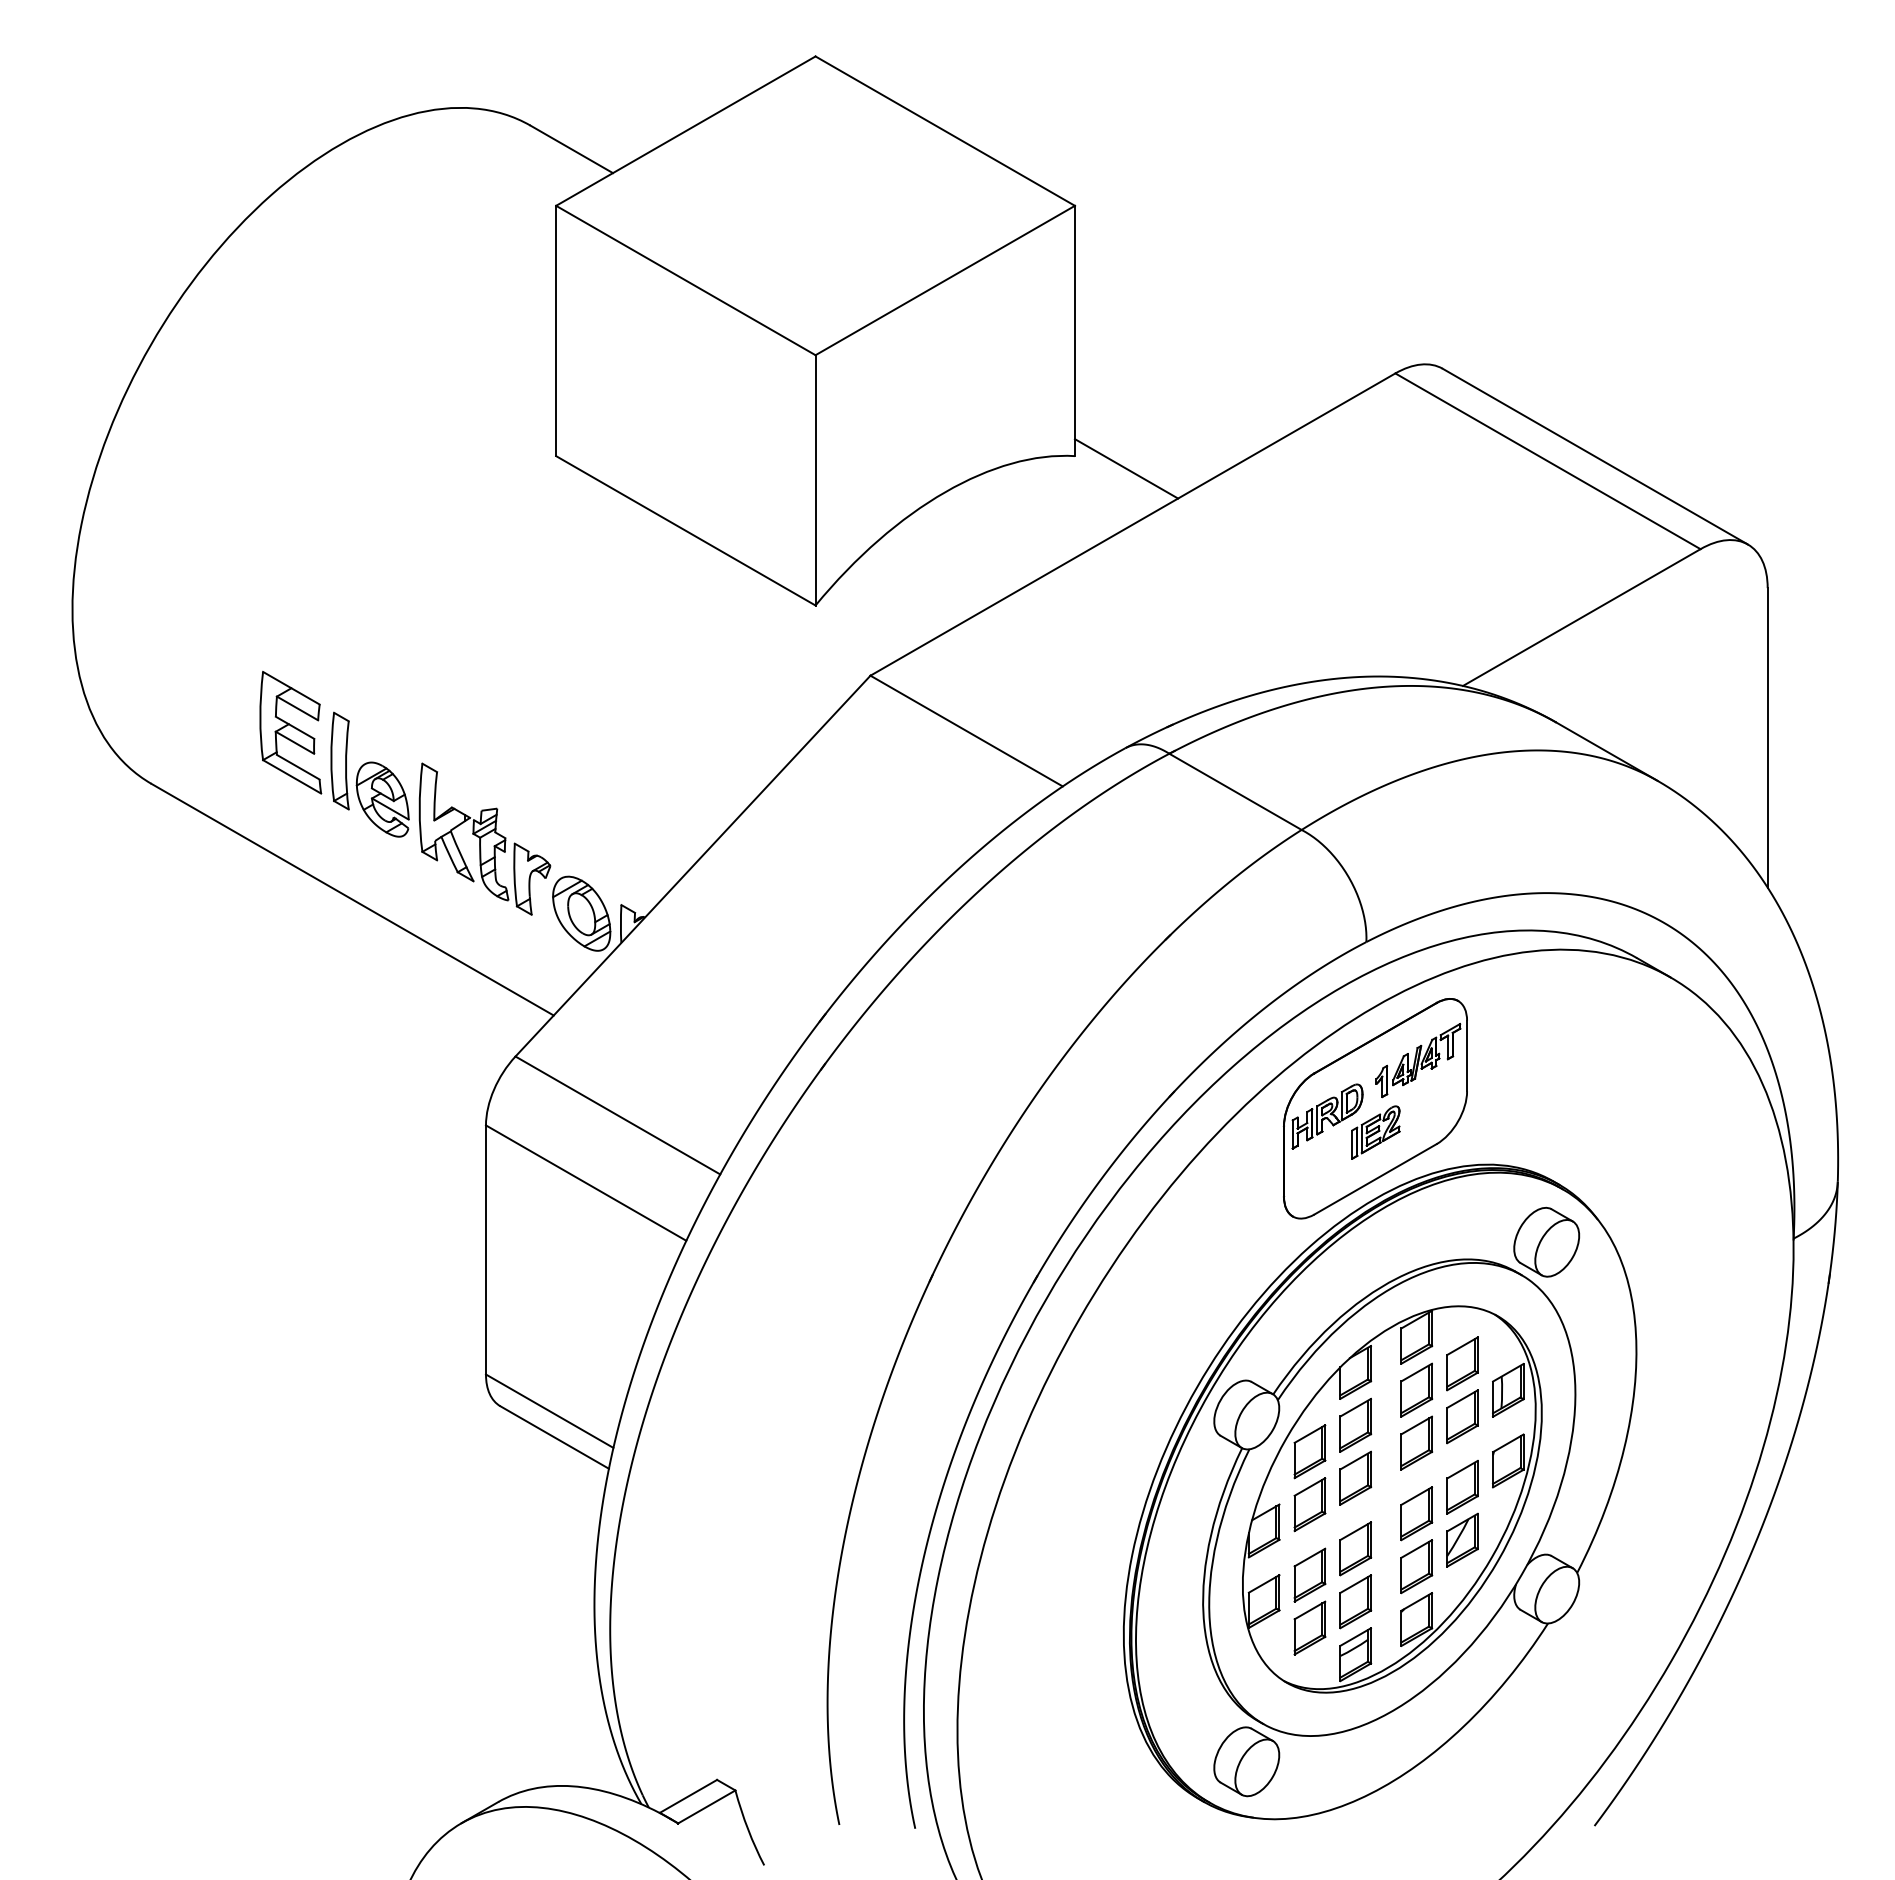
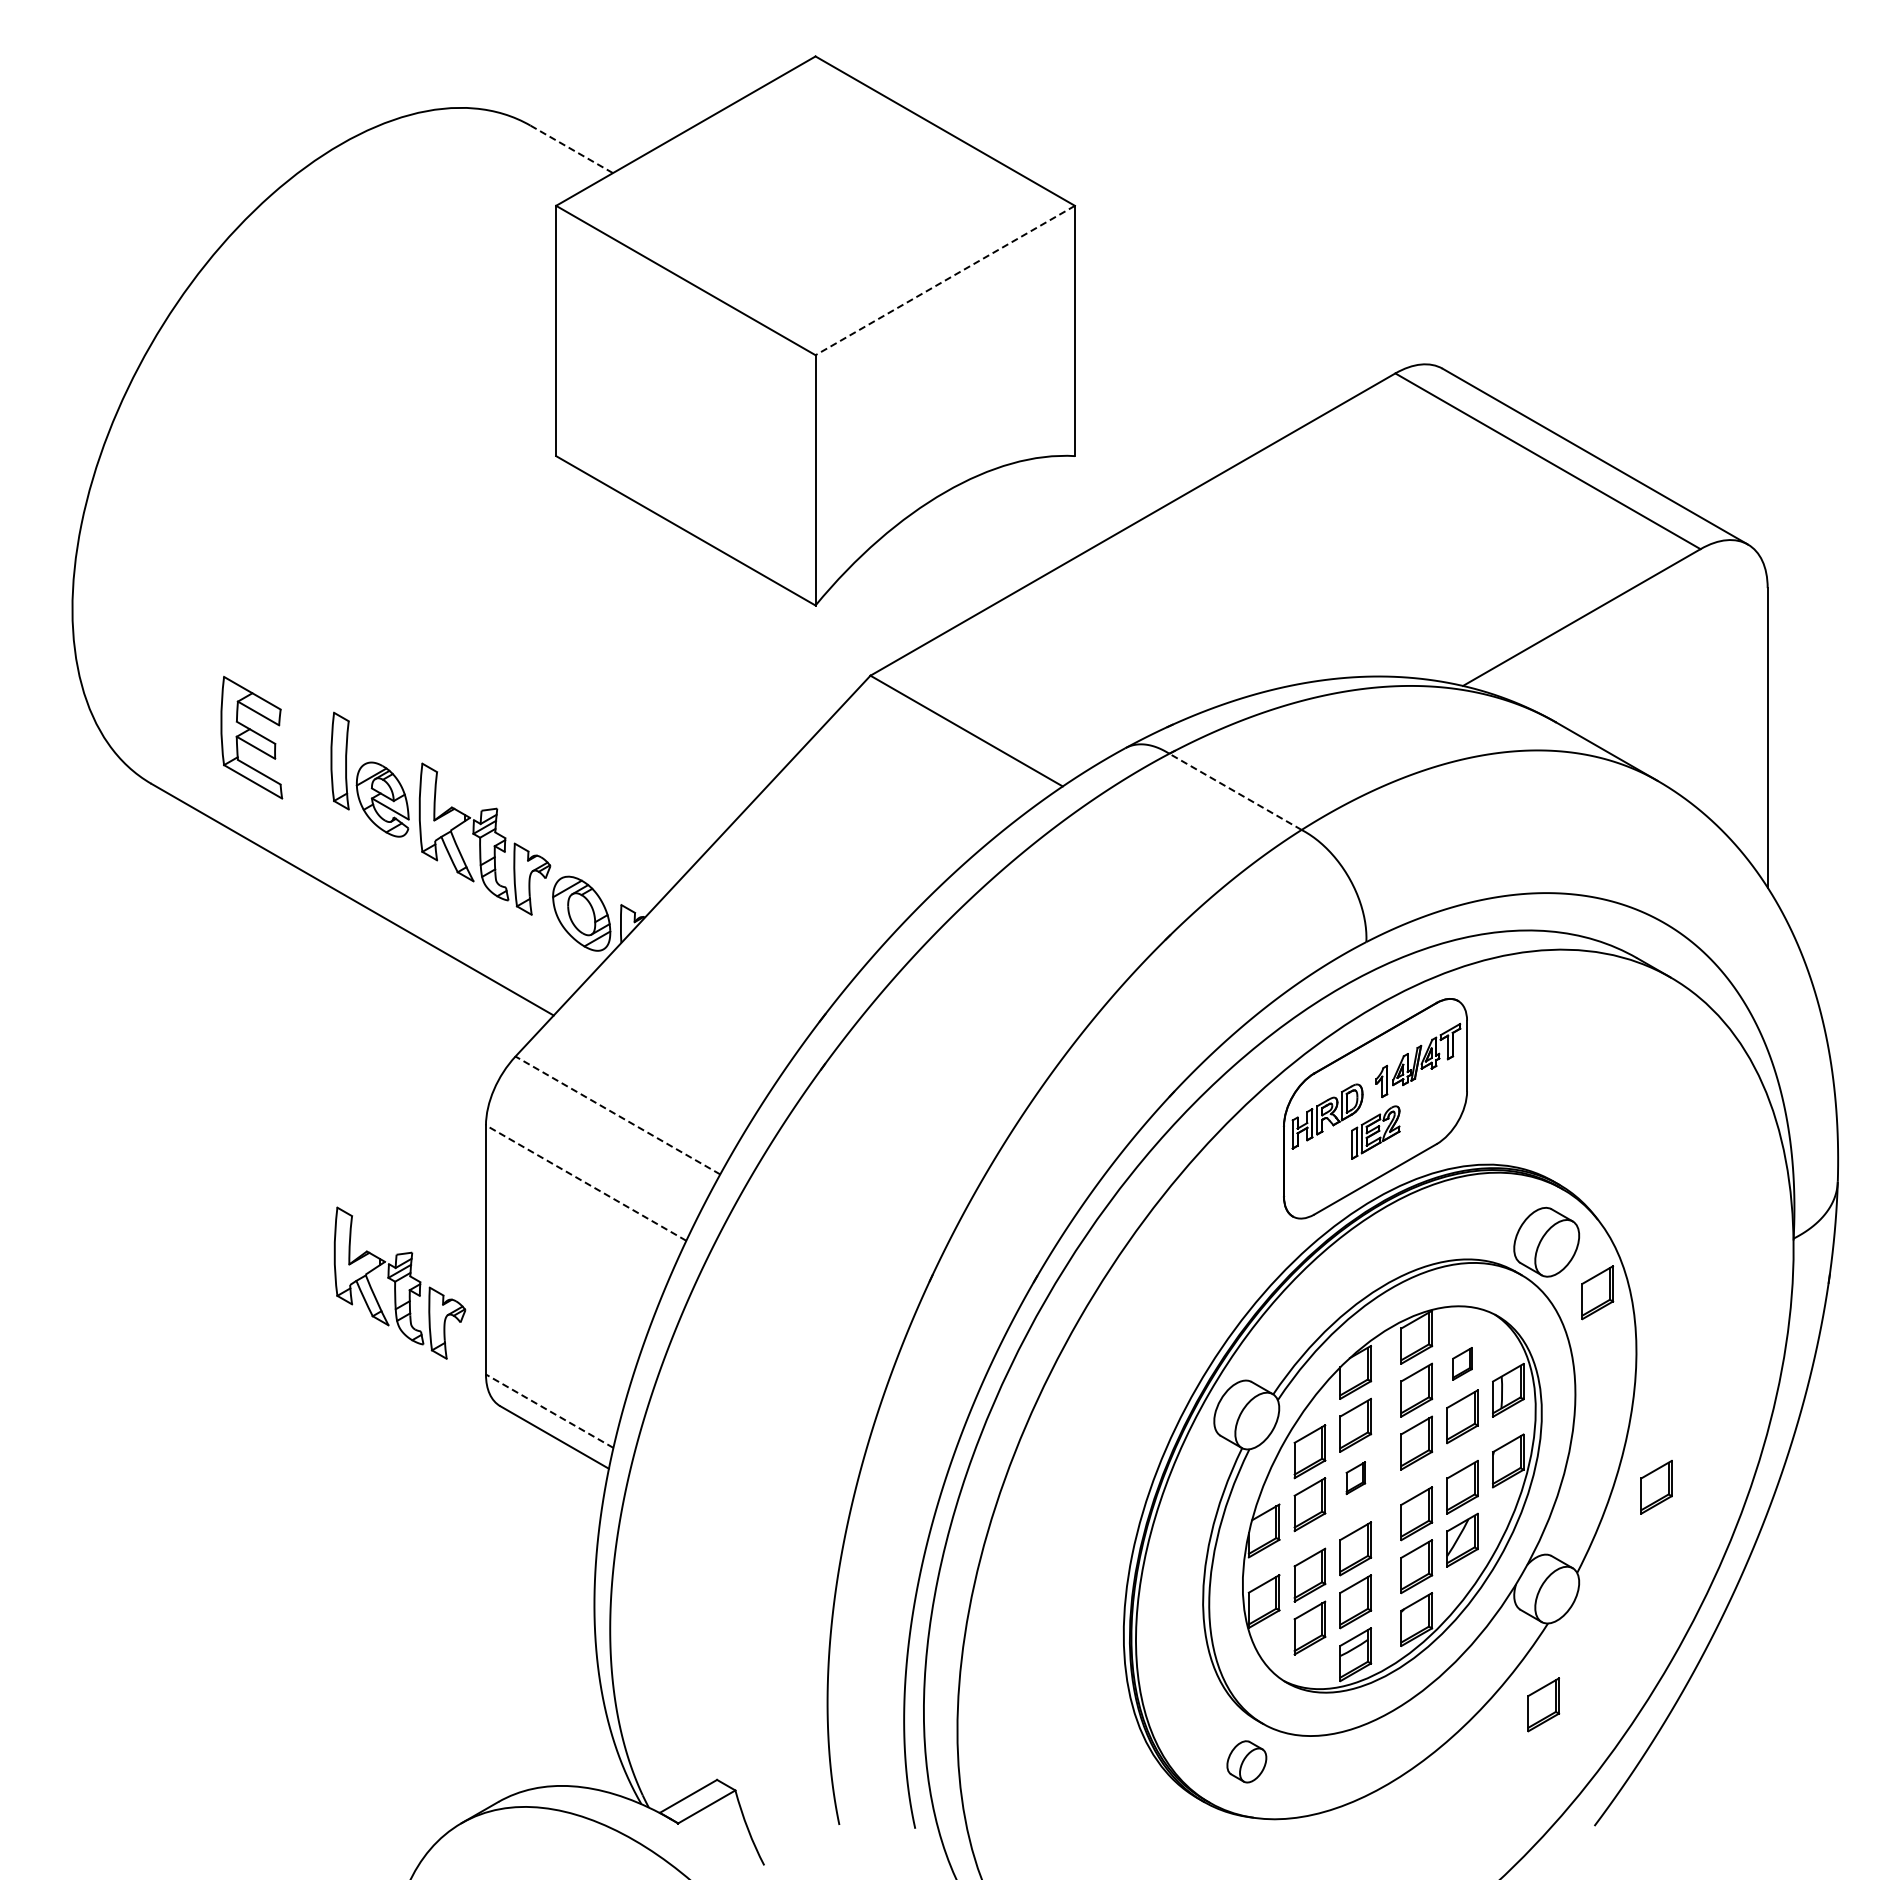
line at (571, 149): solid -> dashed
line at (945, 280): solid -> dashed
line at (1126, 468): present -> none
part at (290, 732) position: (290, 732) -> (251, 737)
line at (1235, 791): solid -> dashed
line at (617, 1115): solid -> dashed
line at (586, 1183): solid -> dashed
part at (399, 1282): none -> present
part at (1597, 1292): none -> present
part at (1462, 1363) size: 33x56 px -> 21x34 px
line at (549, 1411): solid -> dashed
part at (1355, 1477) size: 34x56 px -> 22x35 px
part at (1656, 1487): none -> present
part at (1543, 1704): none -> present
part at (1246, 1761) size: 68x72 px -> 42x44 px
